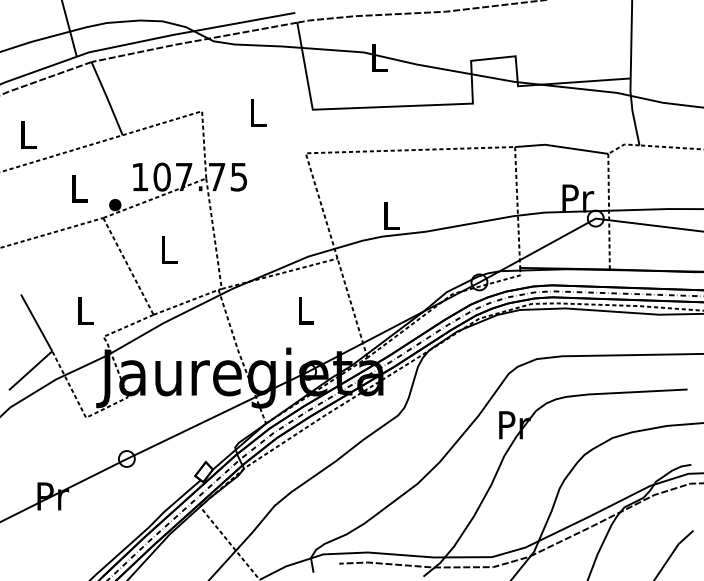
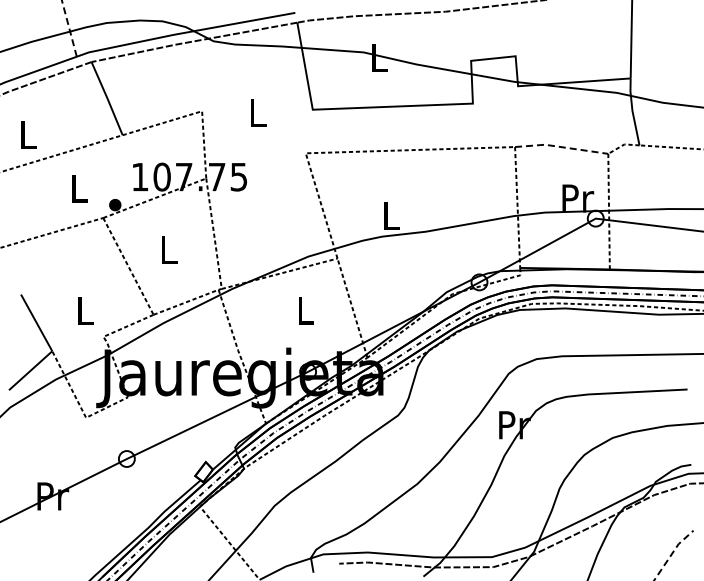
line at (69, 28): solid -> dashed
line at (560, 147): solid -> dashed
line at (672, 553): solid -> dashed
